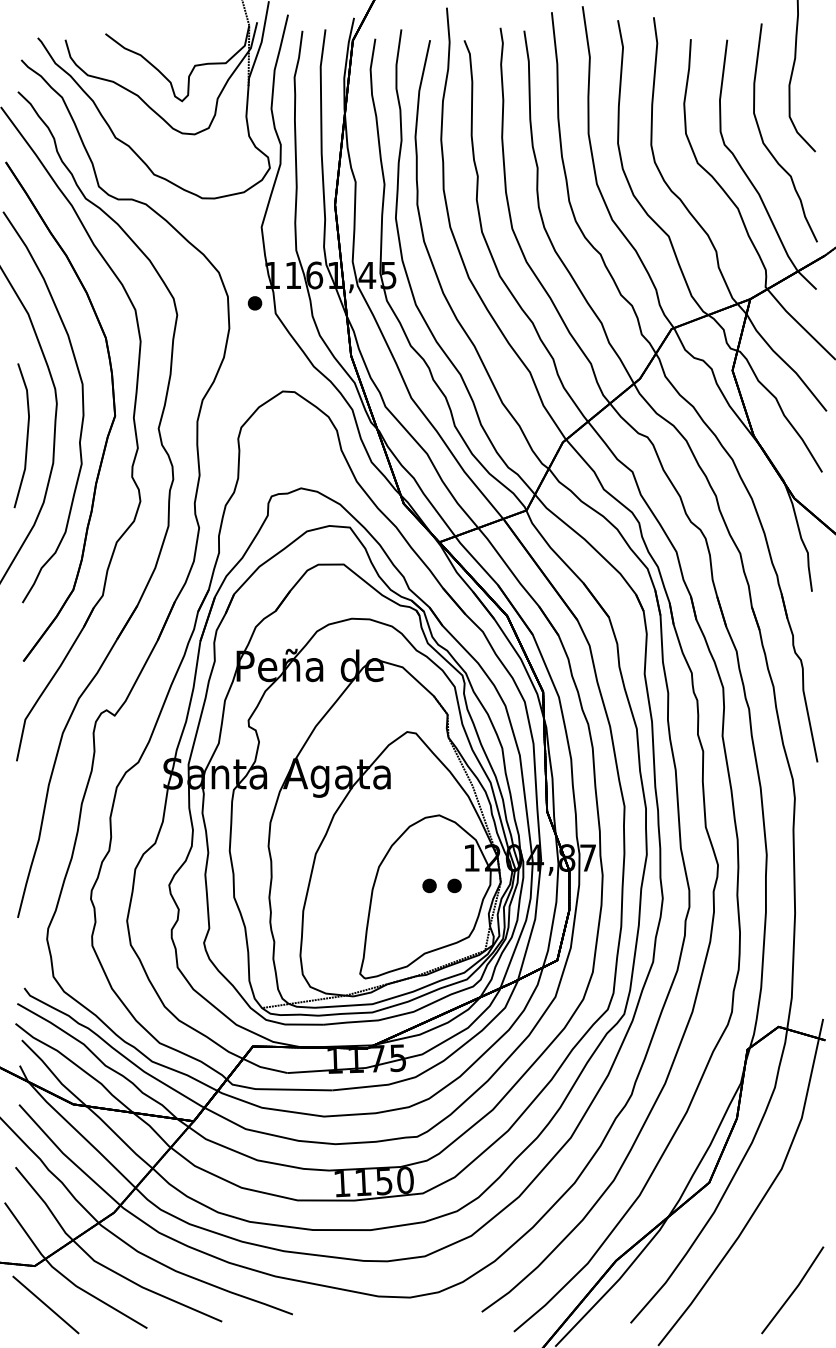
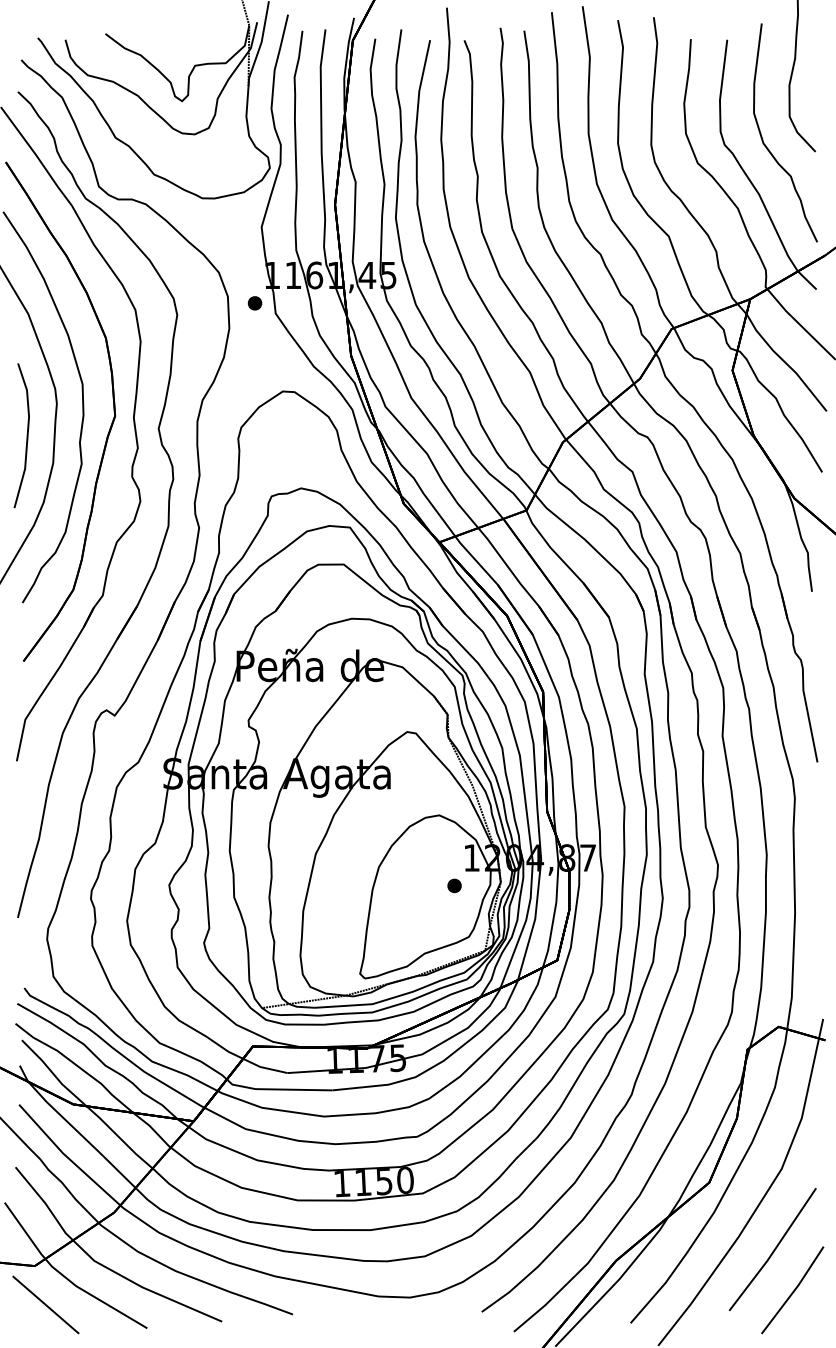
part at (429, 885): present -> none
line at (773, 1249): none -> present
